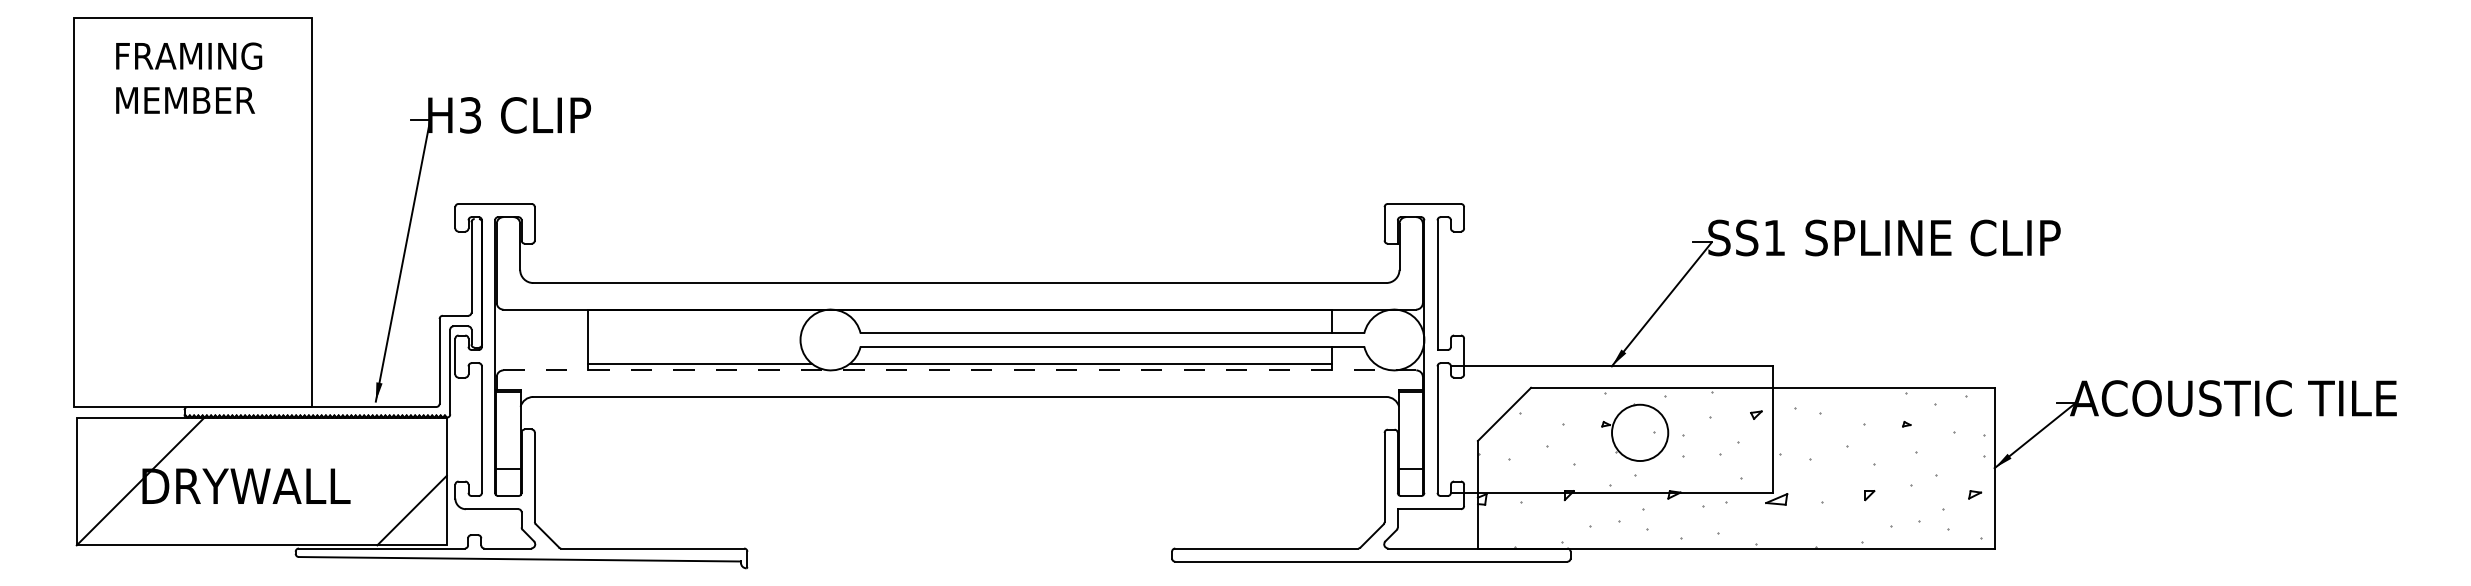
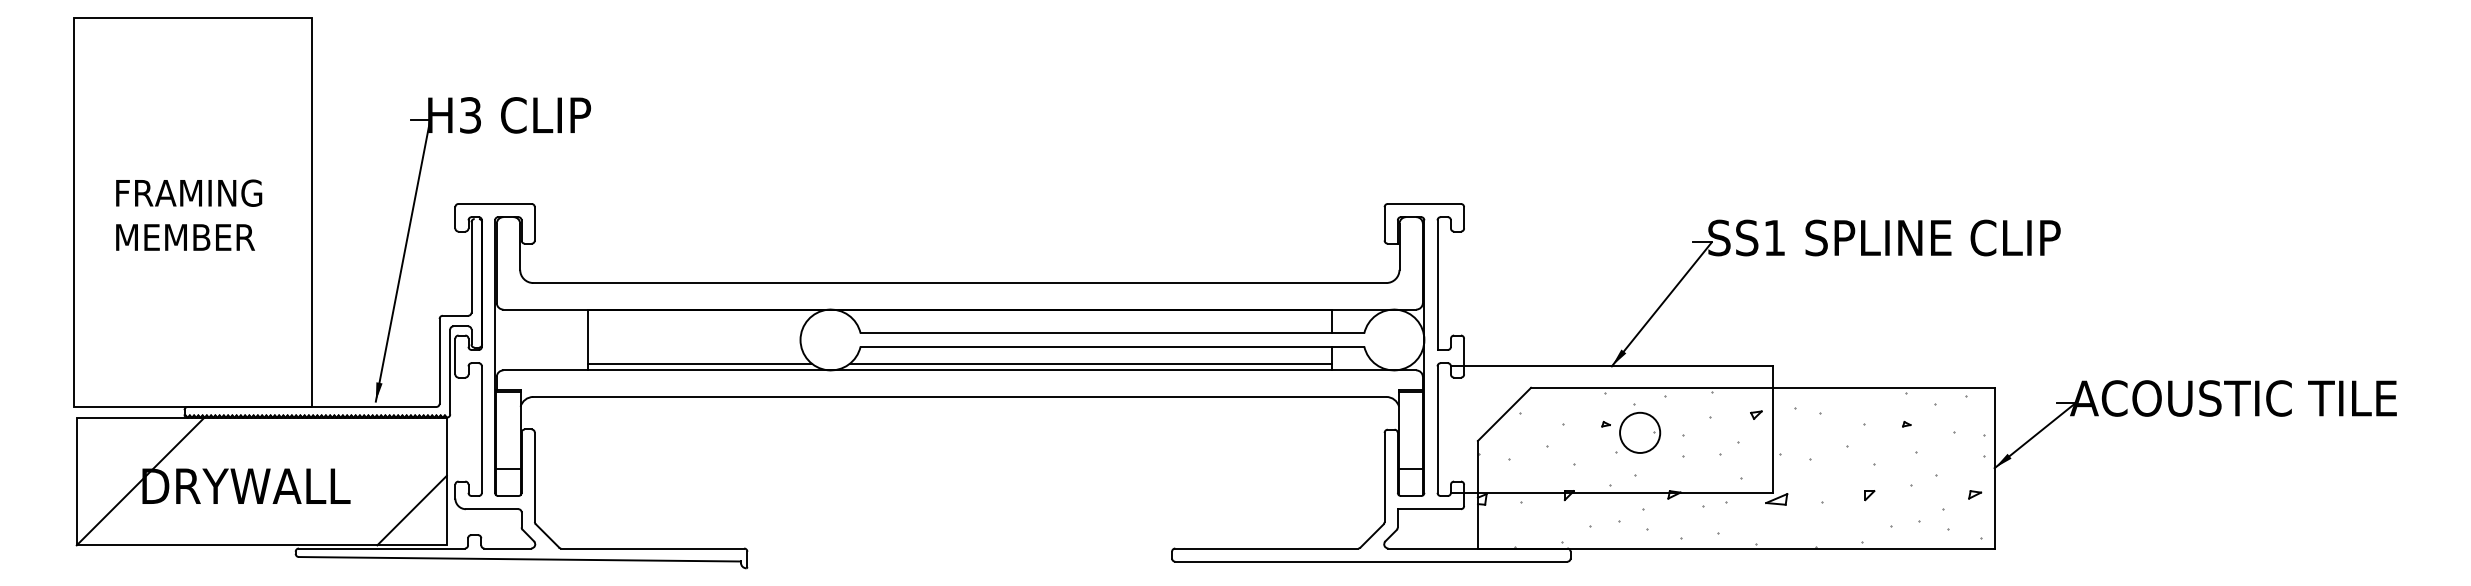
text at (189, 77) position: (189, 77) -> (189, 214)
line at (960, 370): dashed -> solid
circle at (1640, 432) diameter: 56 px -> 40 px
